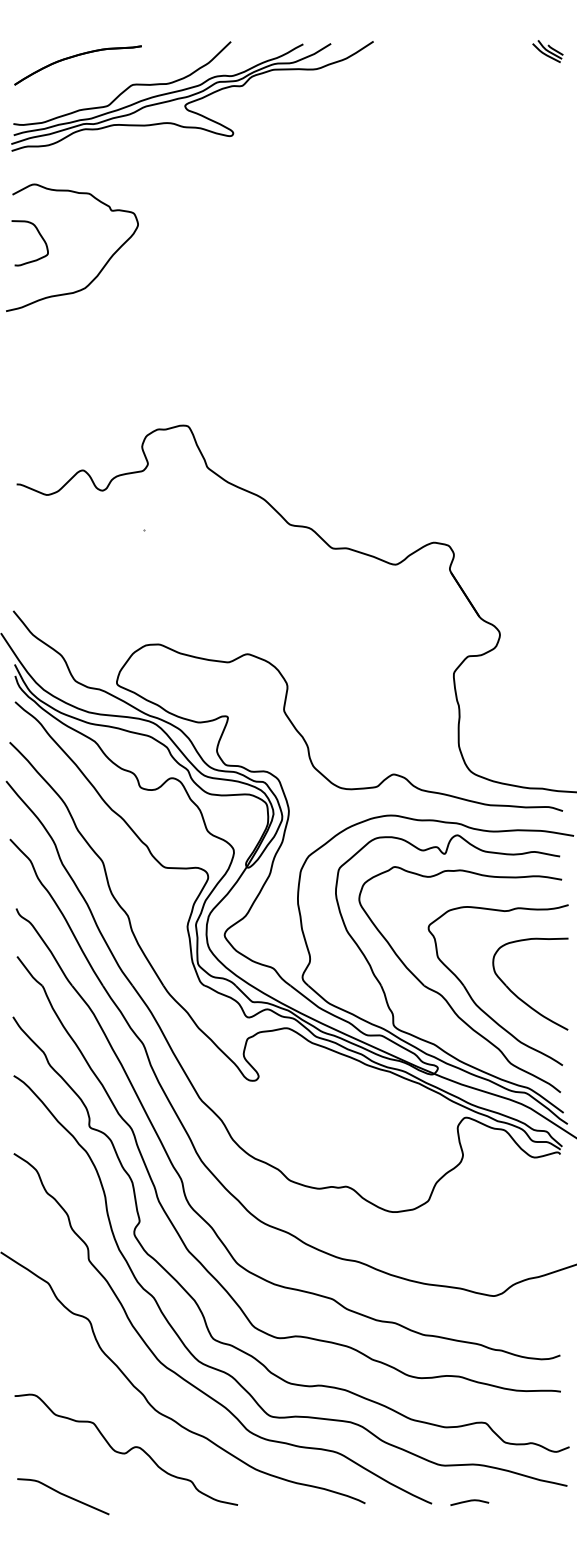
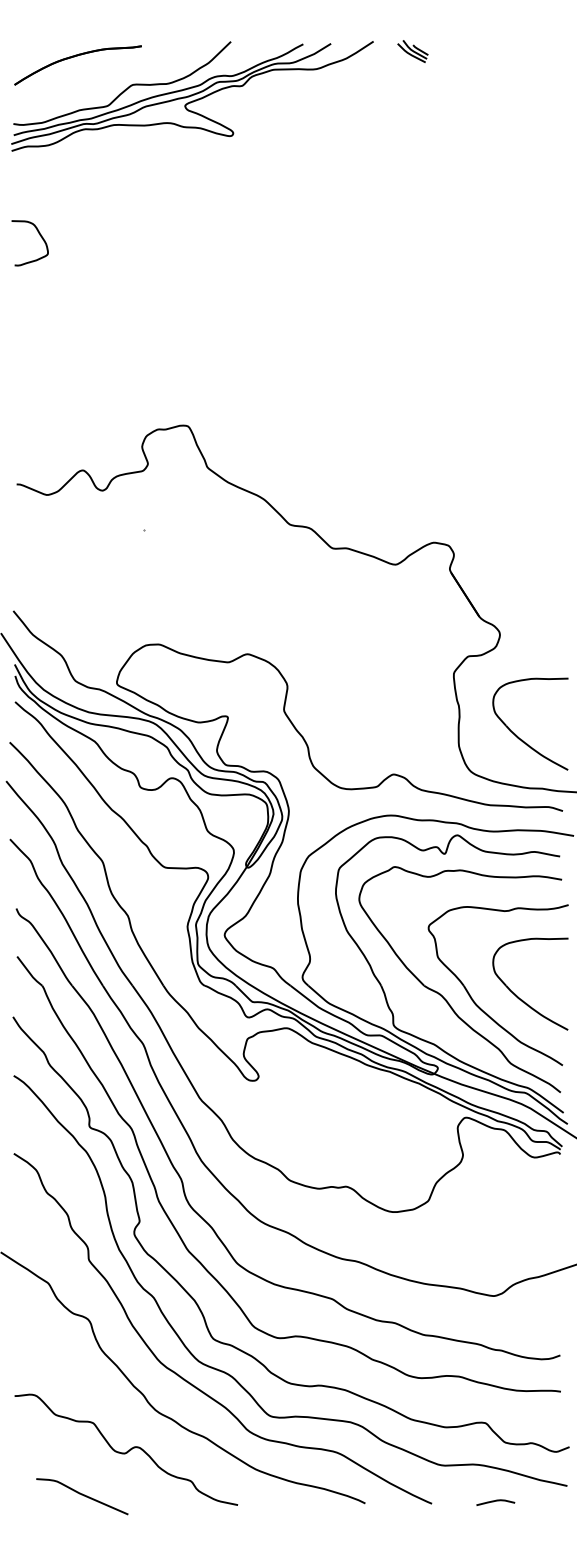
part at (547, 51) position: (547, 51) -> (412, 51)
curve at (101, 268): present -> none
part at (517, 735): none -> present
curve at (63, 1495) position: (63, 1495) -> (82, 1495)
curve at (469, 1501) position: (469, 1501) -> (495, 1501)
